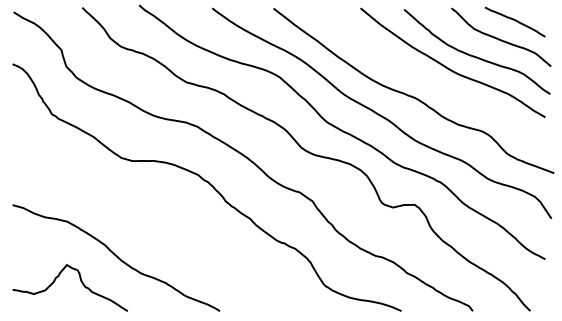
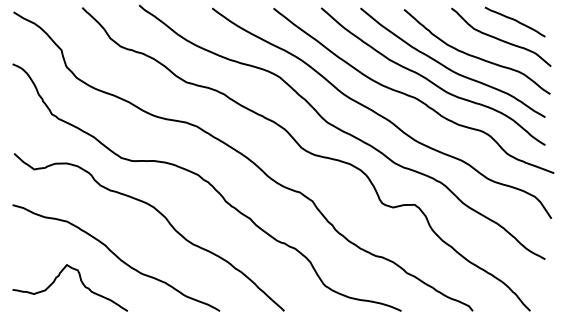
curve at (429, 79): none -> present
curve at (163, 217): none -> present
